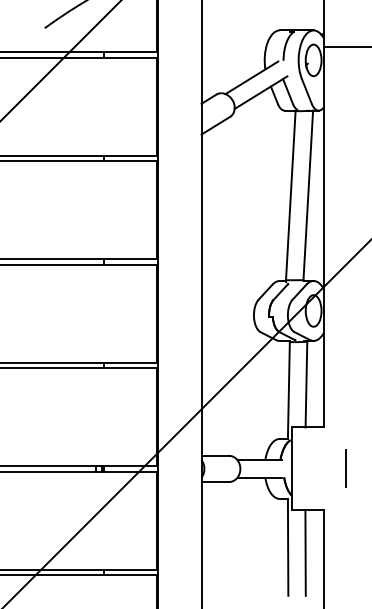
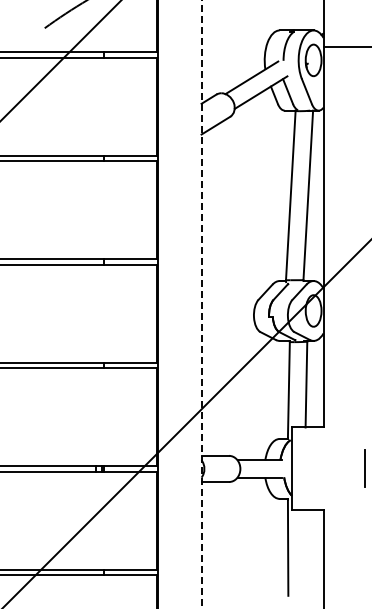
line at (201, 304): solid -> dashed
line at (345, 468) position: (345, 468) -> (364, 468)
line at (305, 552): present -> none
